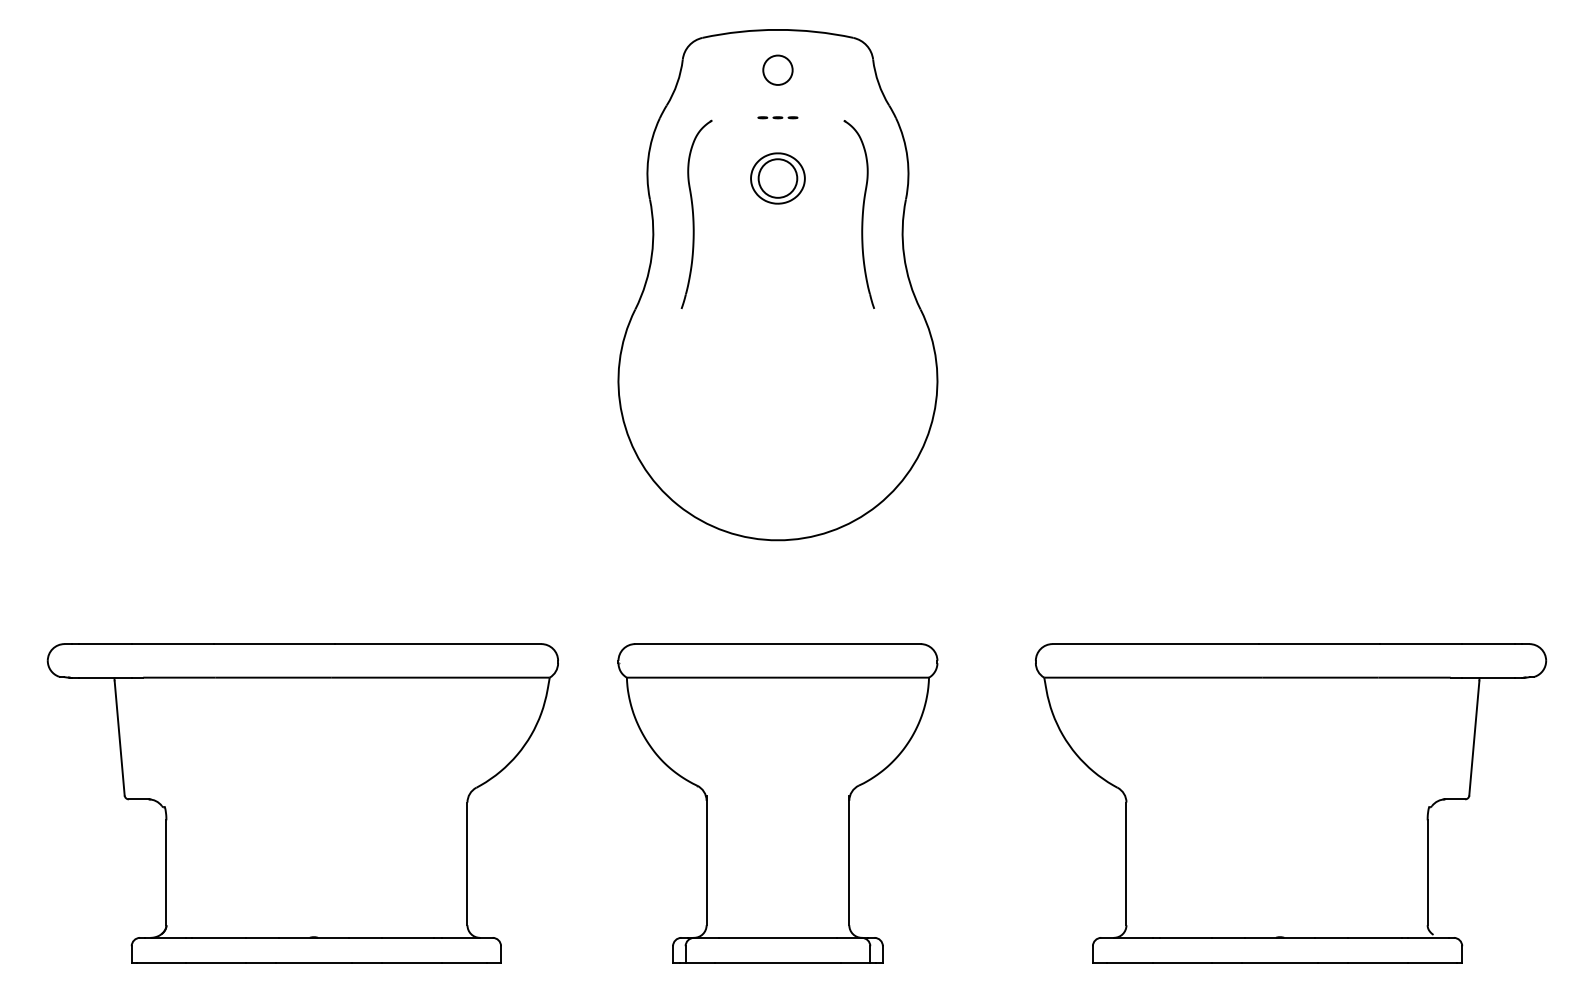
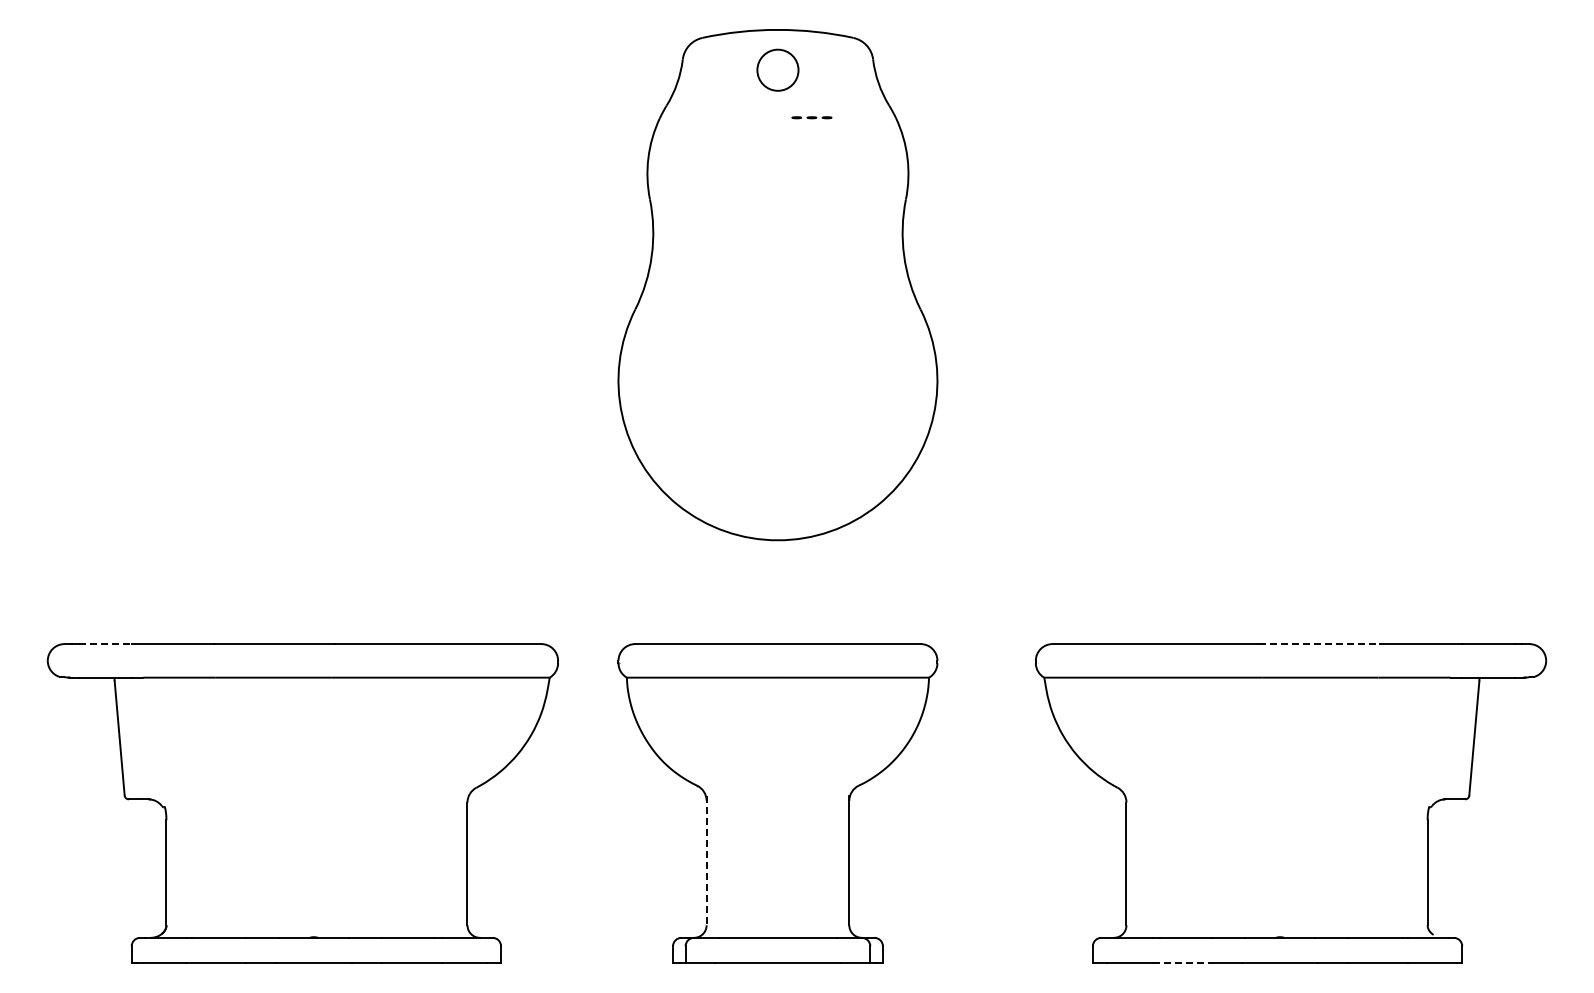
circle at (777, 69) diameter: 29 px -> 41 px
line at (777, 117) position: (777, 117) -> (811, 117)
part at (777, 178): present -> none
part at (696, 213): present -> none
part at (858, 214): present -> none
line at (106, 644): solid -> dashed
line at (1320, 644): solid -> dashed
line at (706, 860): solid -> dashed
line at (1182, 963): solid -> dashed
